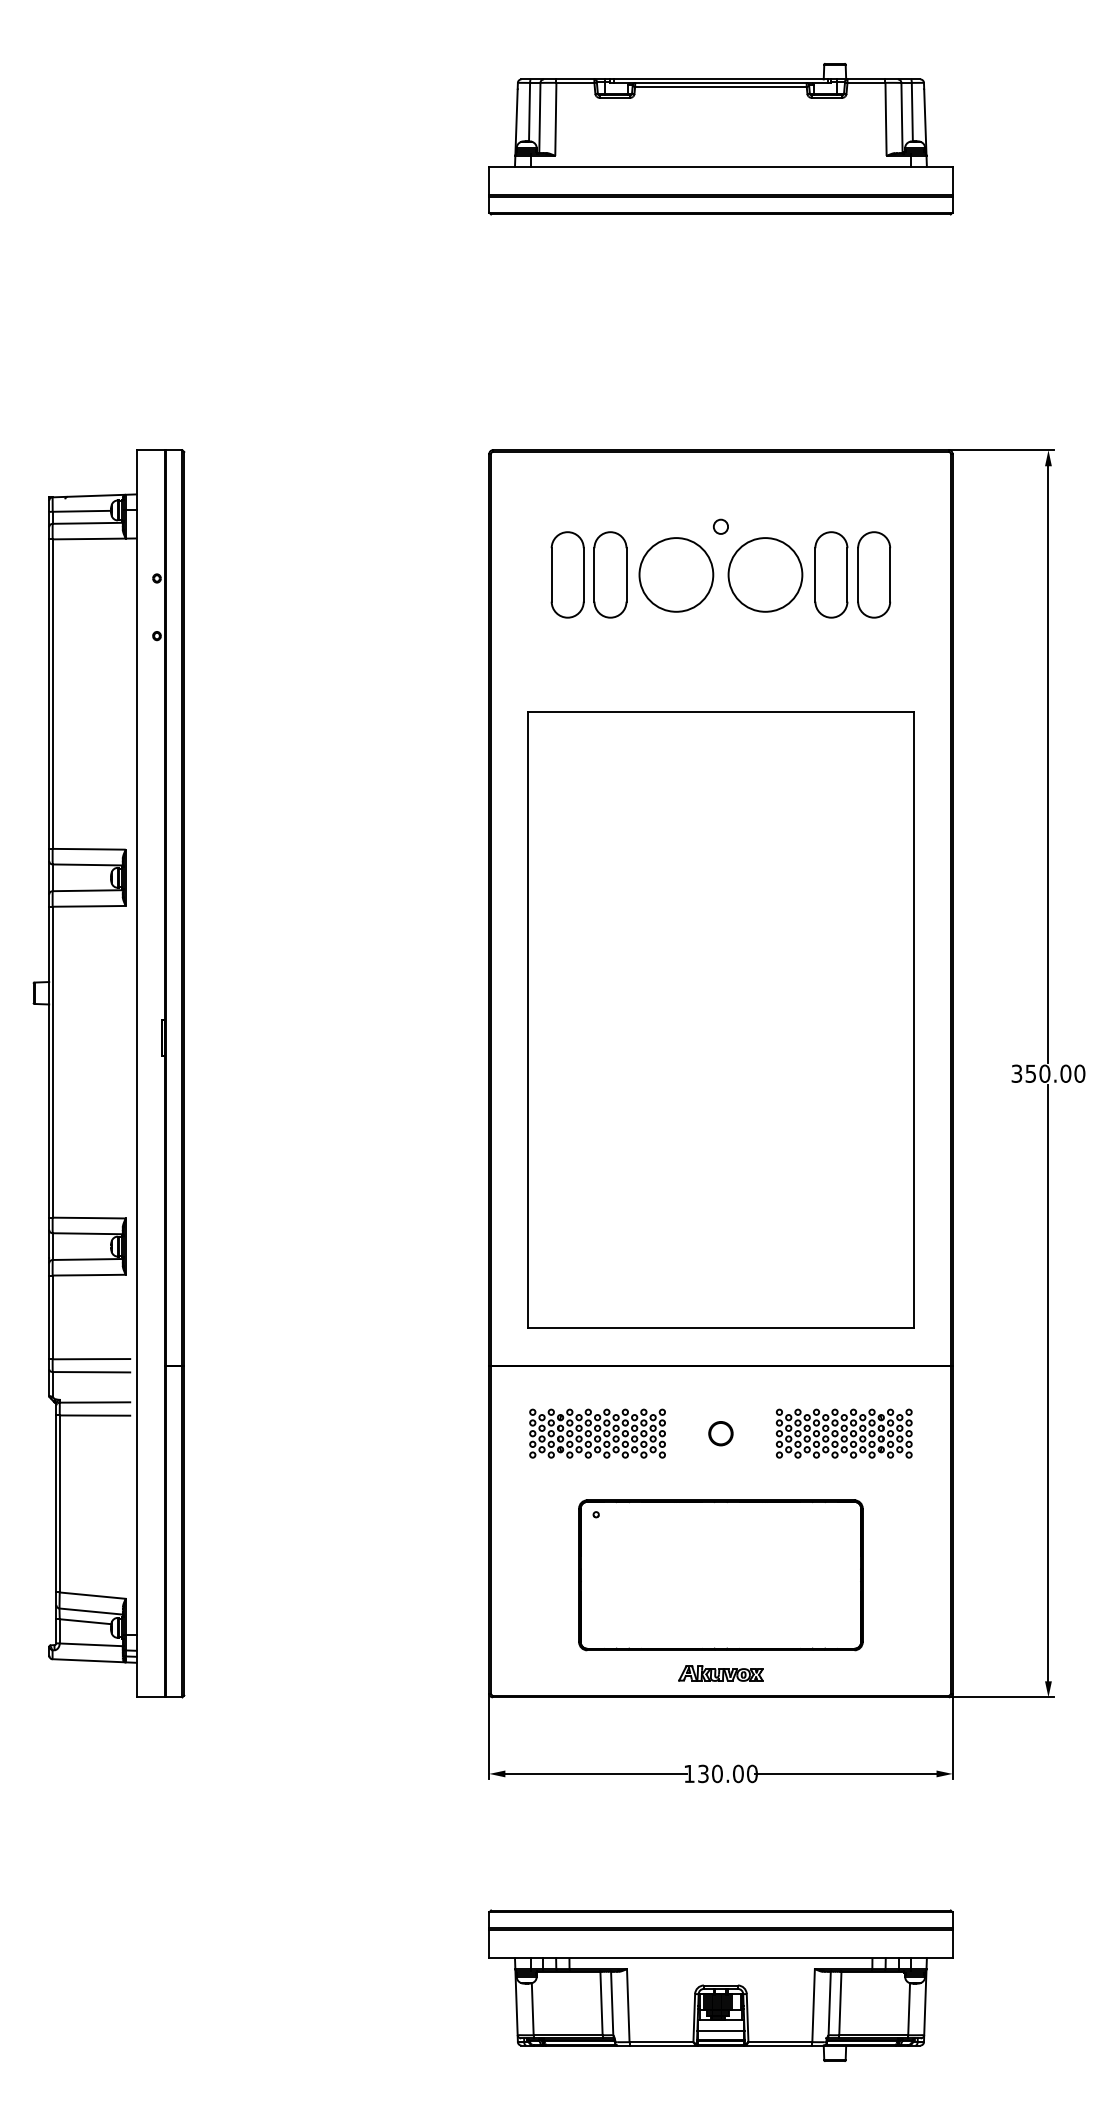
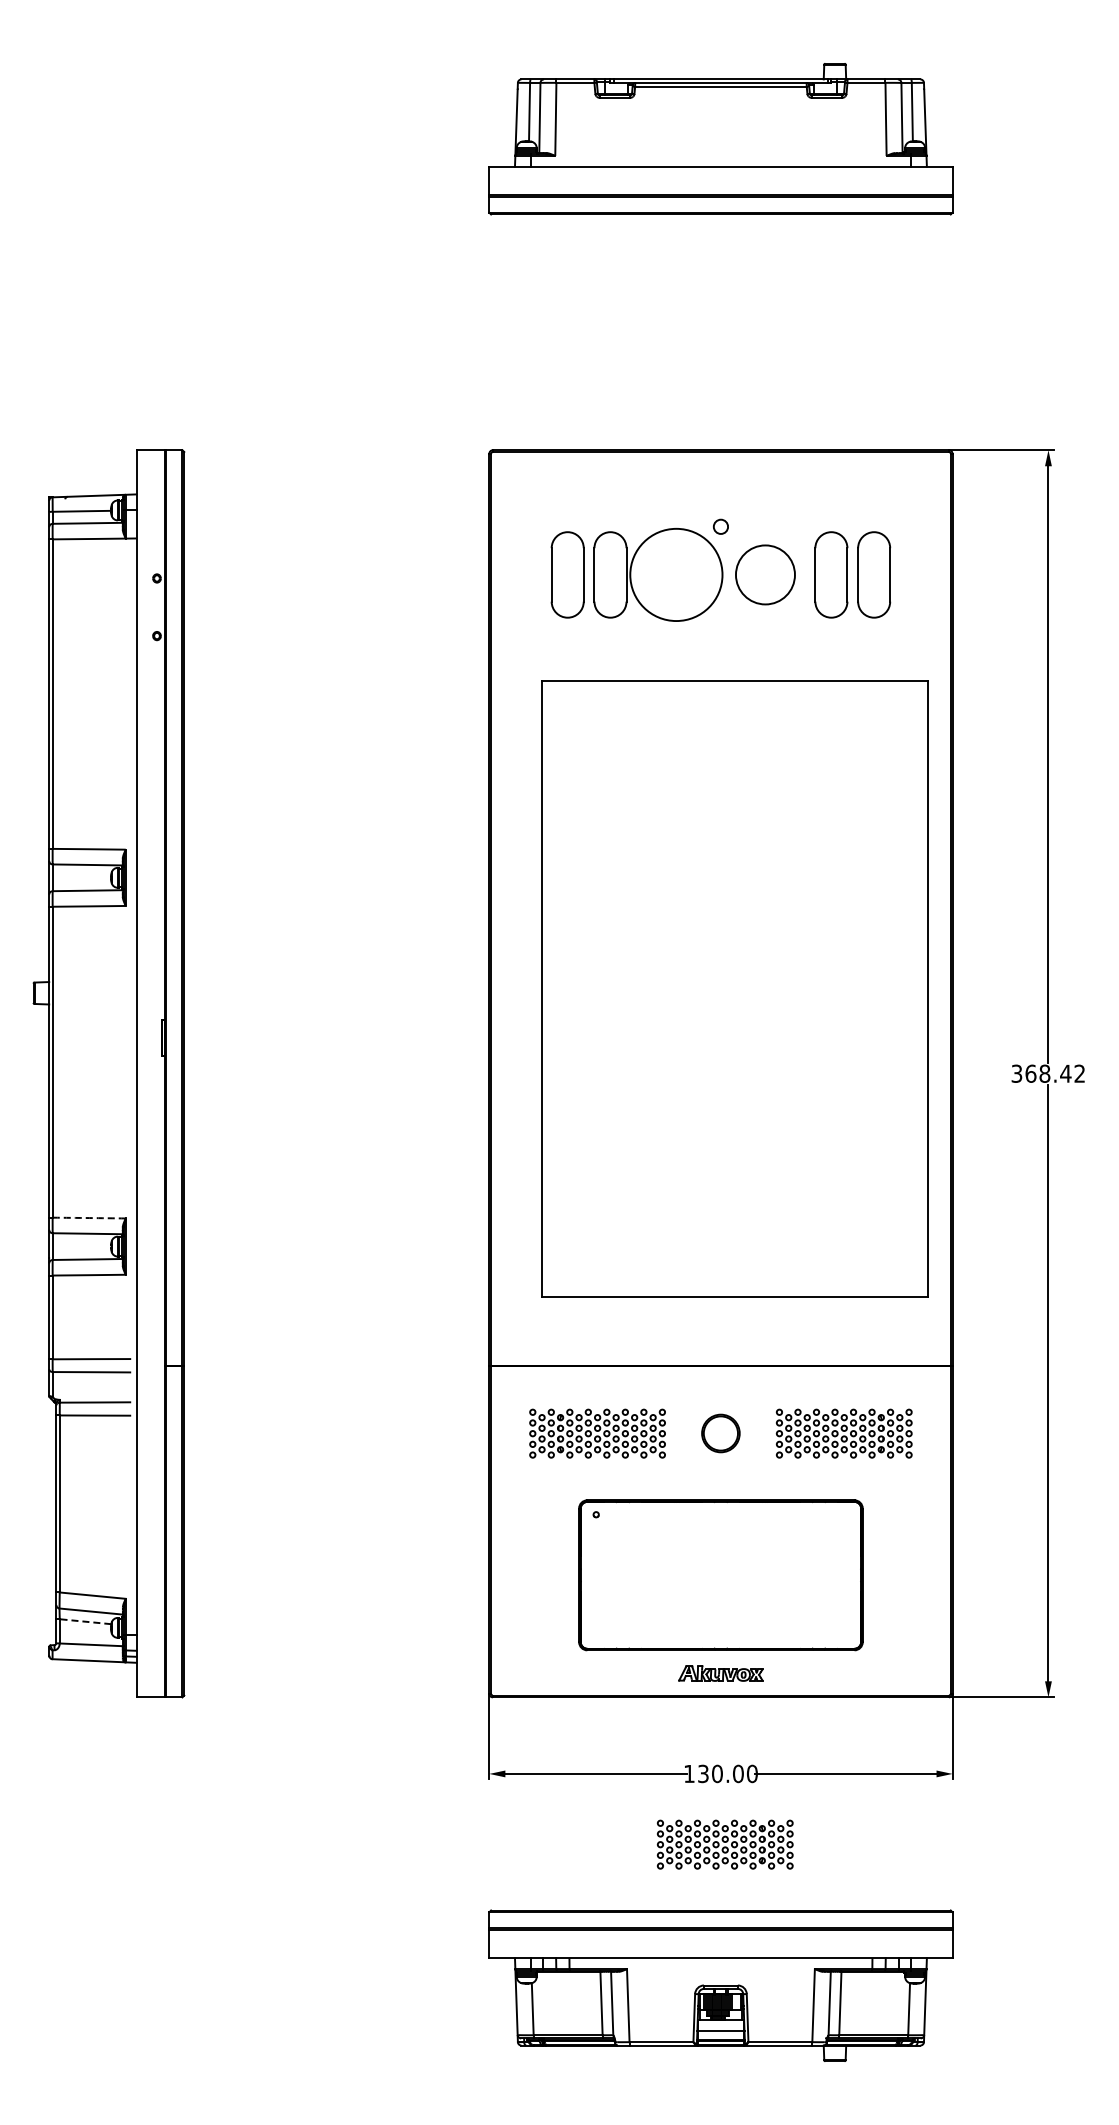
circle at (676, 574) diameter: 74 px -> 92 px
circle at (765, 574) diameter: 74 px -> 59 px
part at (720, 1019) position: (720, 1019) -> (734, 988)
text at (1055, 1073): 350.00 -> 368.42
arc at (89, 1218): solid -> dashed
circle at (720, 1433) size: 26x26 px -> 40x41 px
line at (85, 1621): solid -> dashed
part at (724, 1844): none -> present
